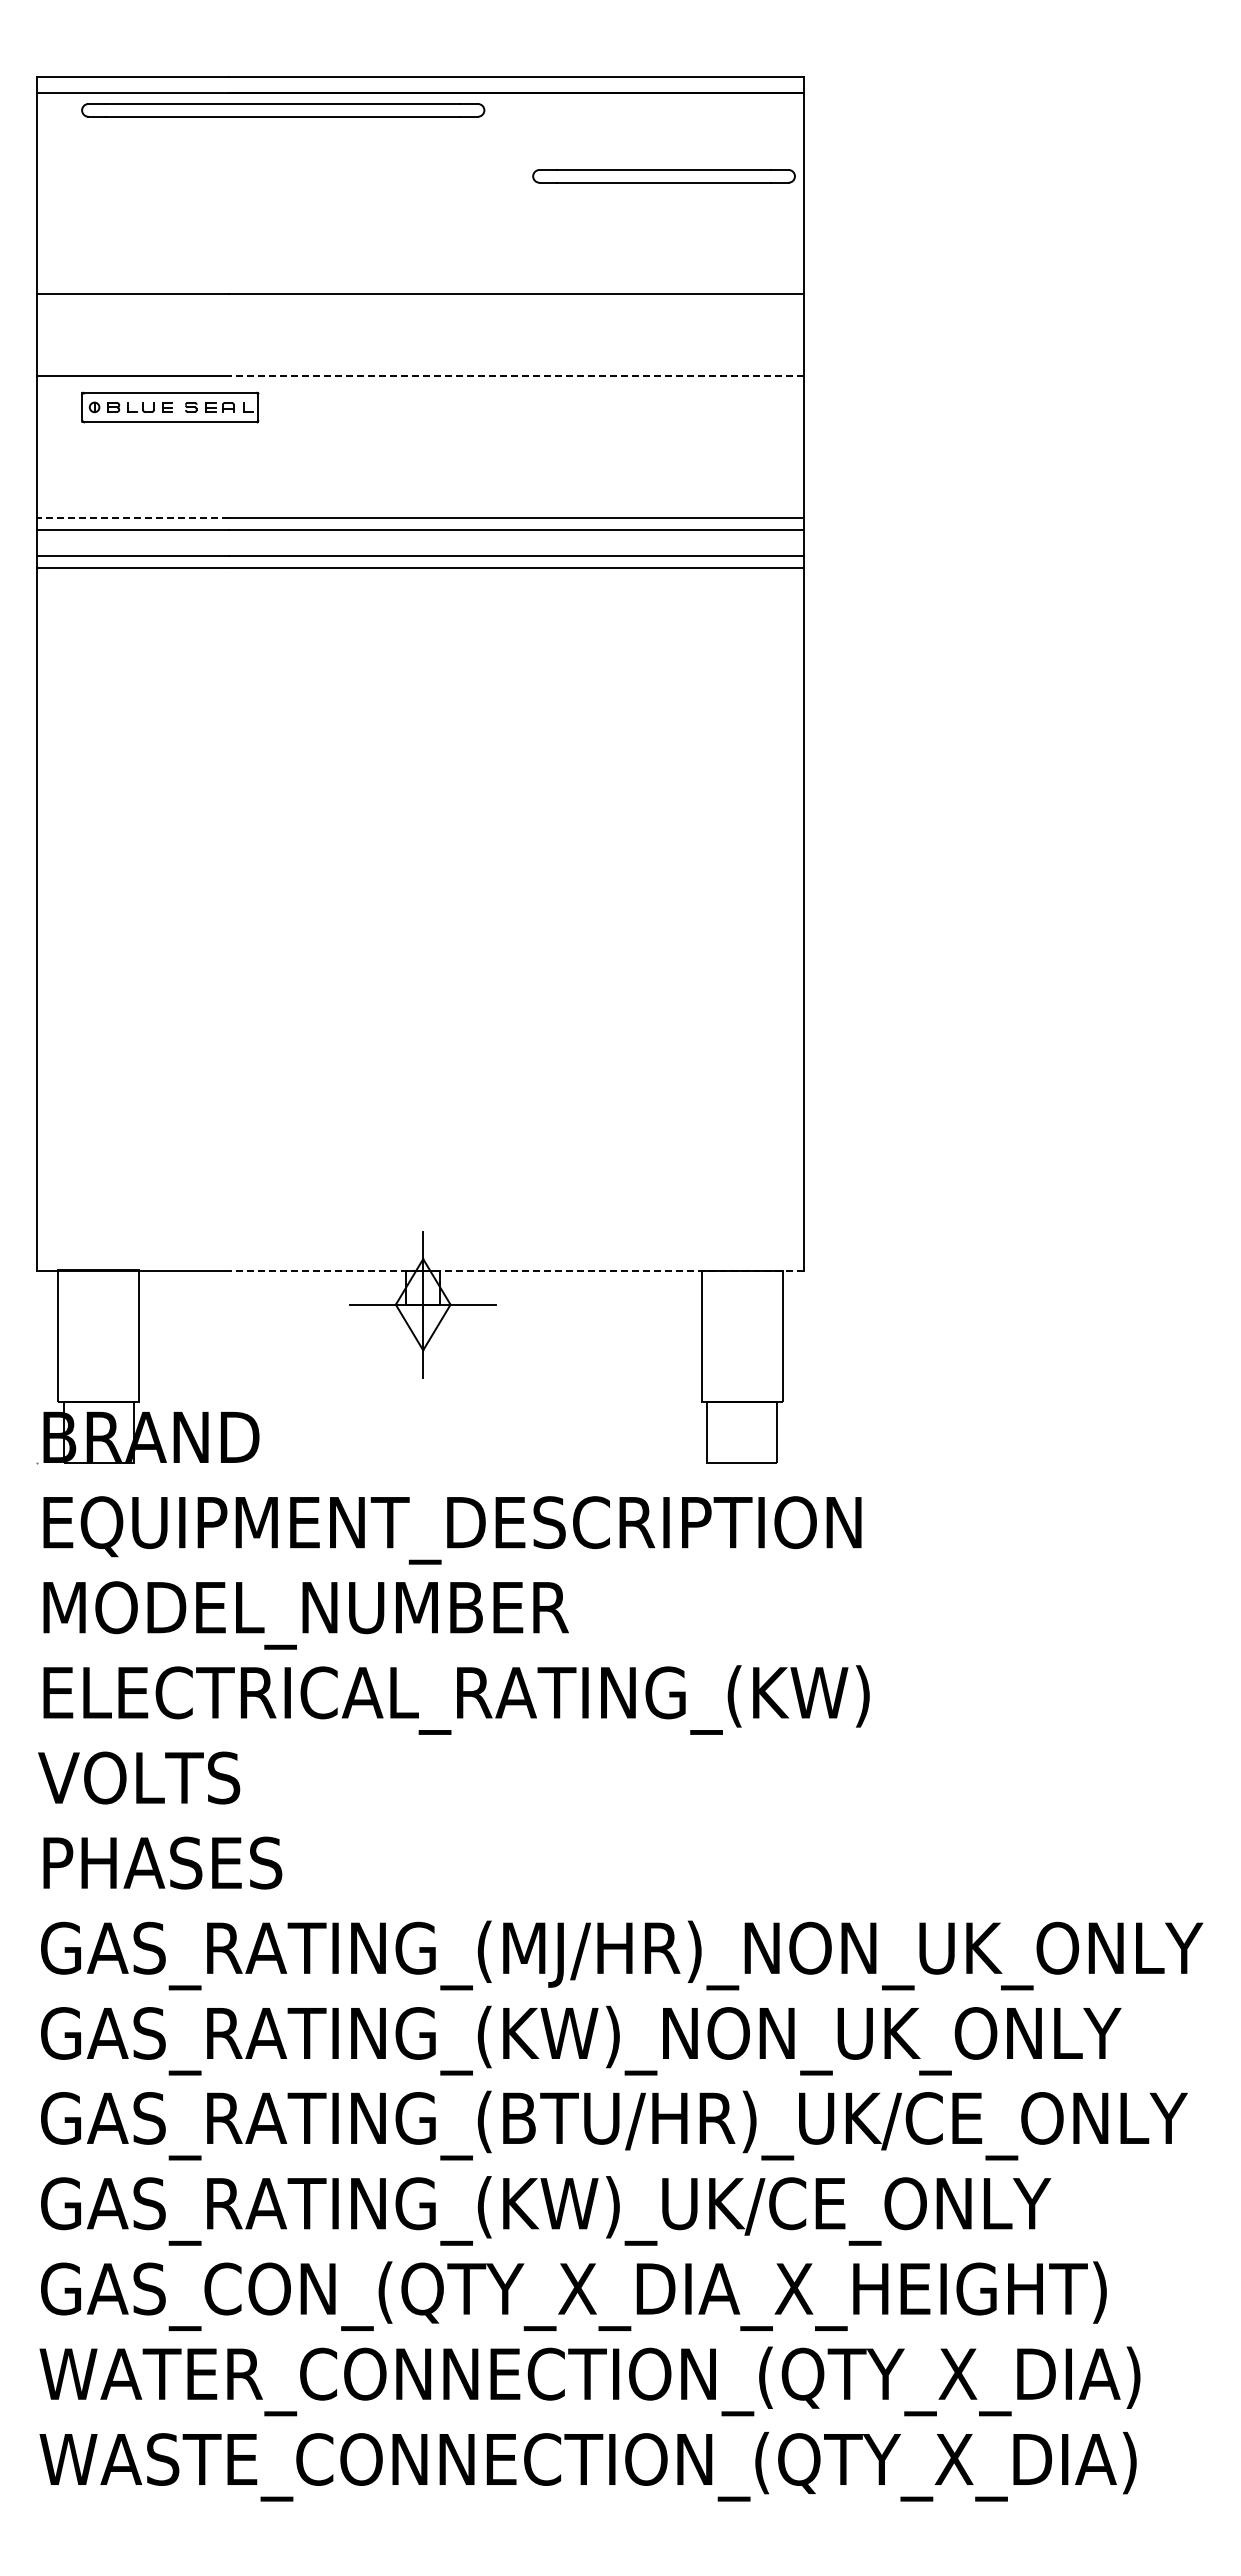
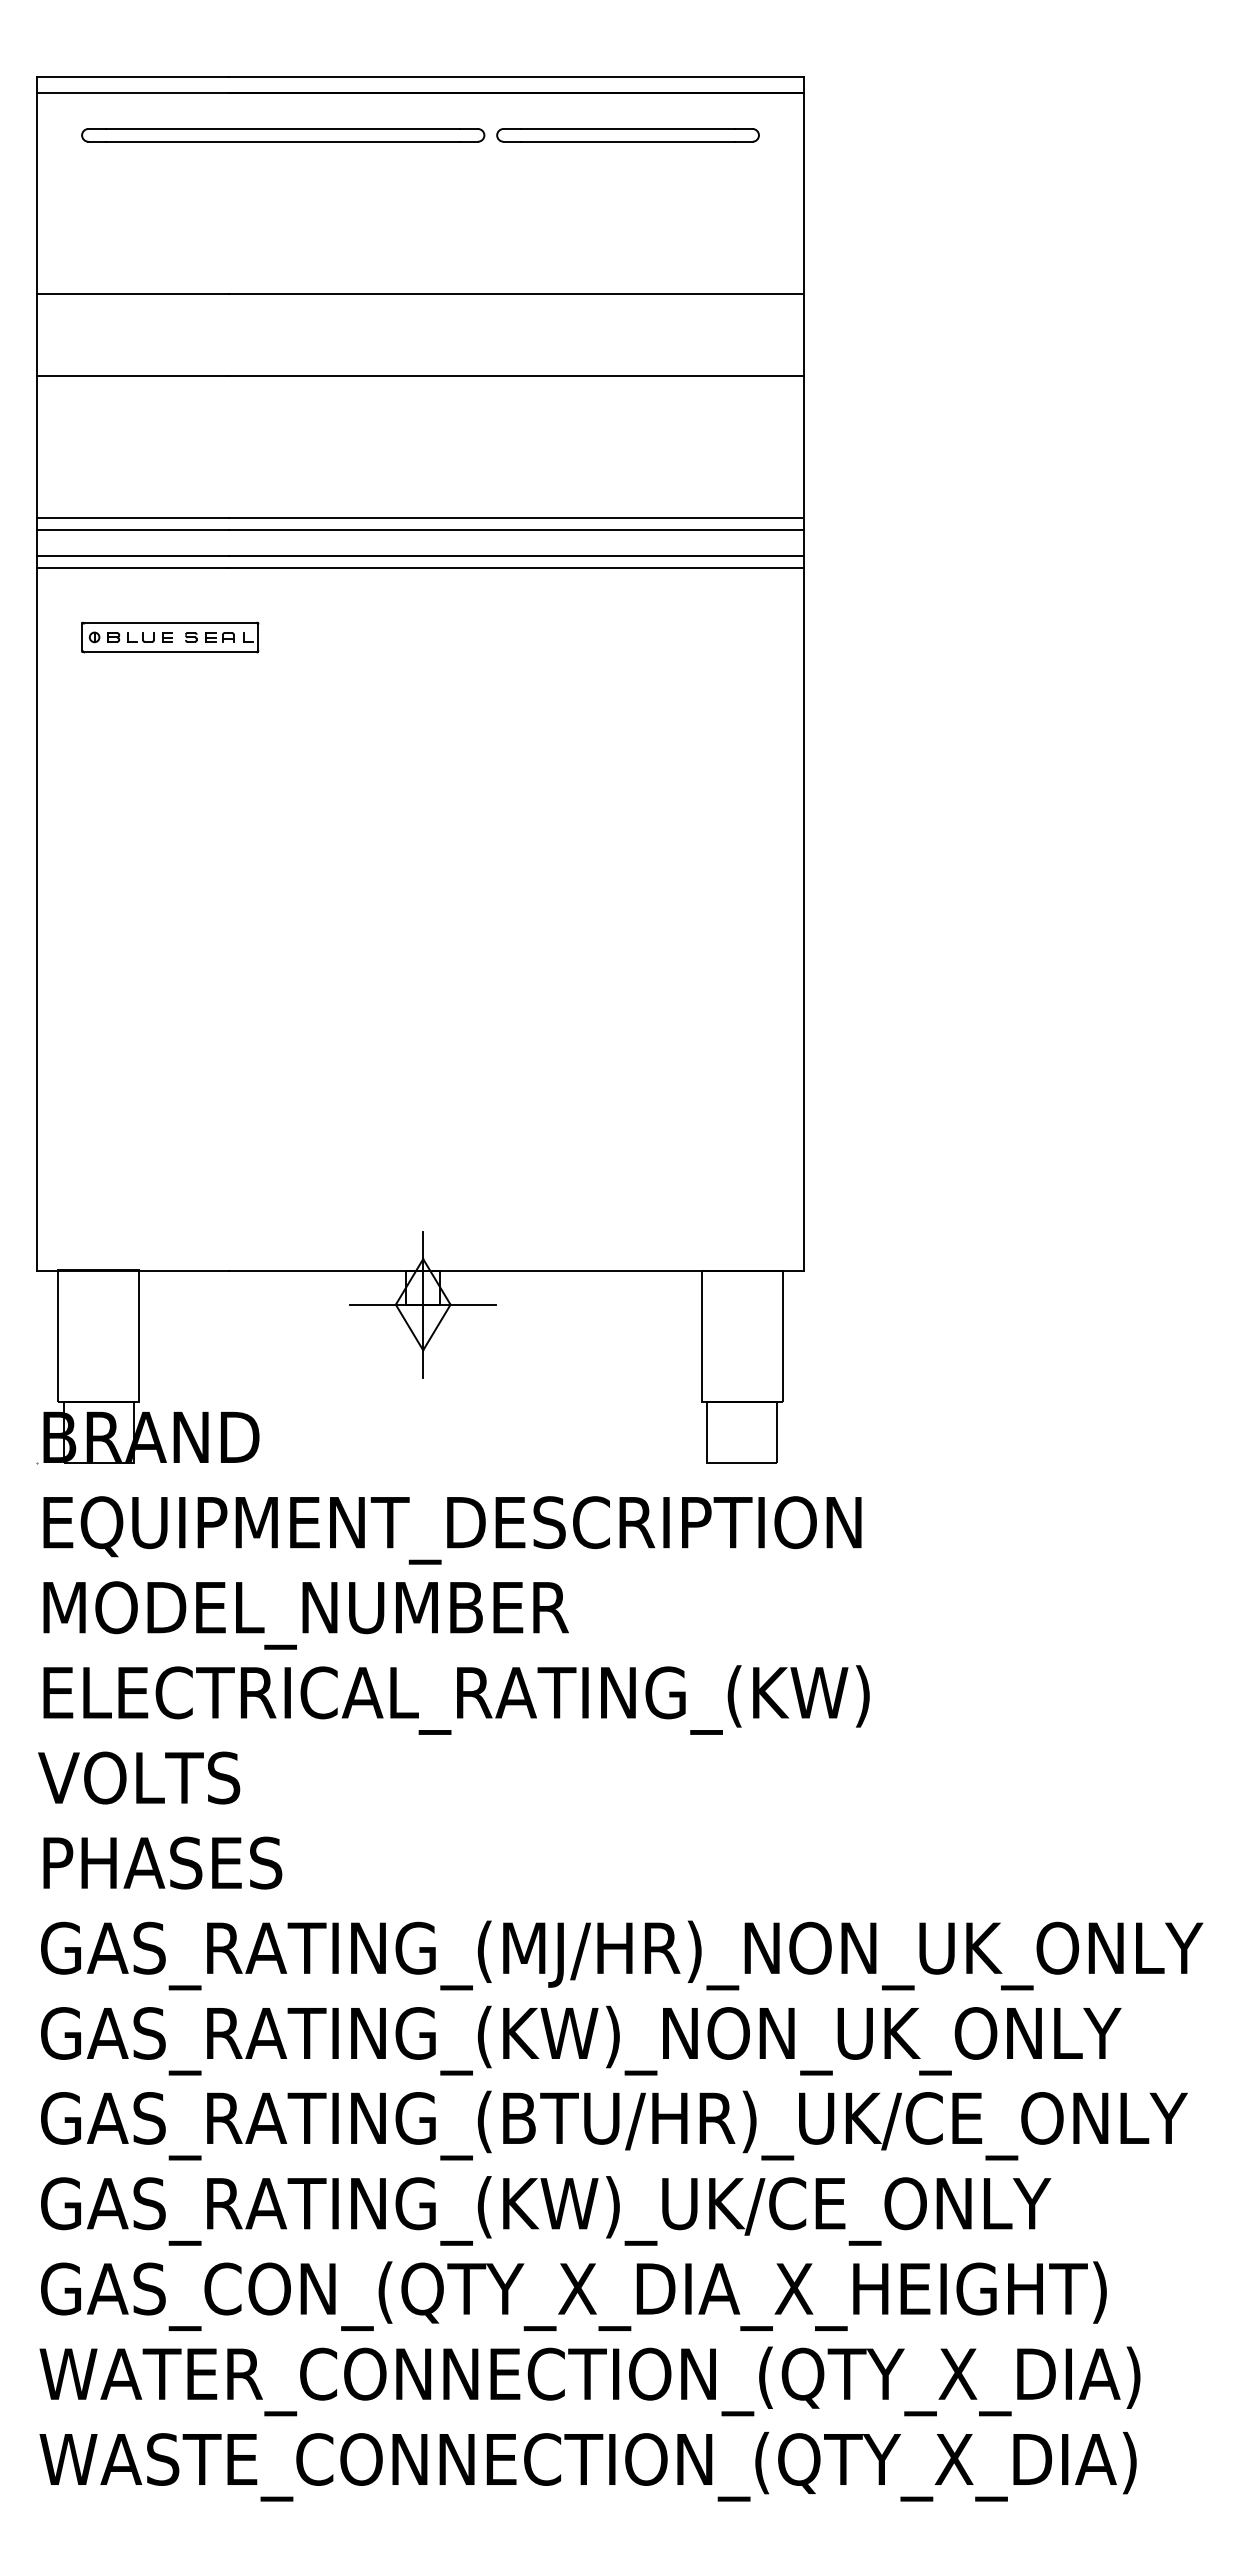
part at (283, 110) position: (283, 110) -> (283, 135)
part at (663, 176) position: (663, 176) -> (627, 135)
line at (515, 376): dashed -> solid
part at (170, 407) position: (170, 407) -> (170, 637)
line at (133, 518): dashed -> solid
line at (515, 1270): dashed -> solid
